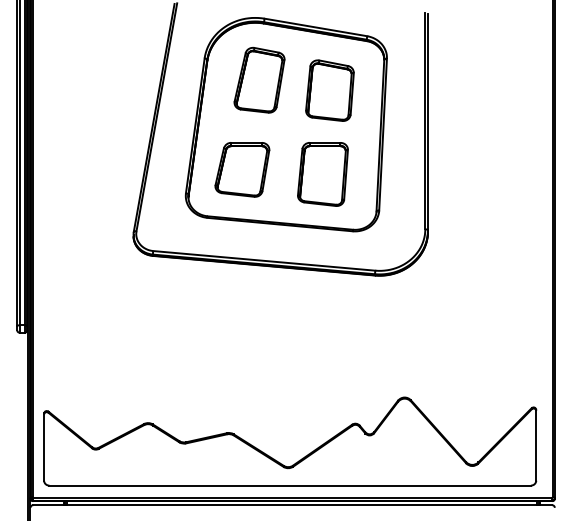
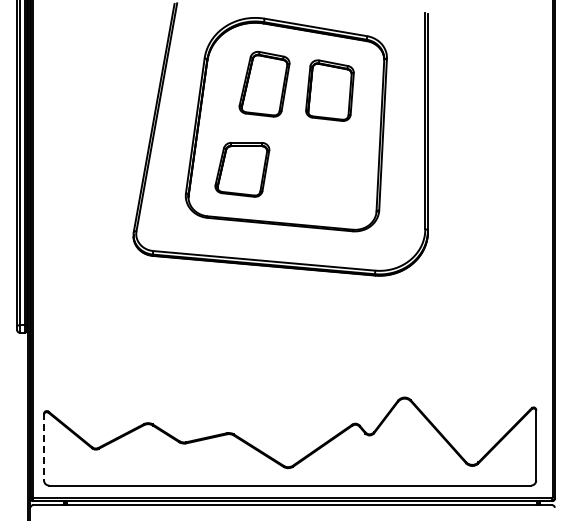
part at (259, 79) position: (259, 79) -> (264, 83)
part at (322, 174): present -> none
line at (44, 447): solid -> dashed
